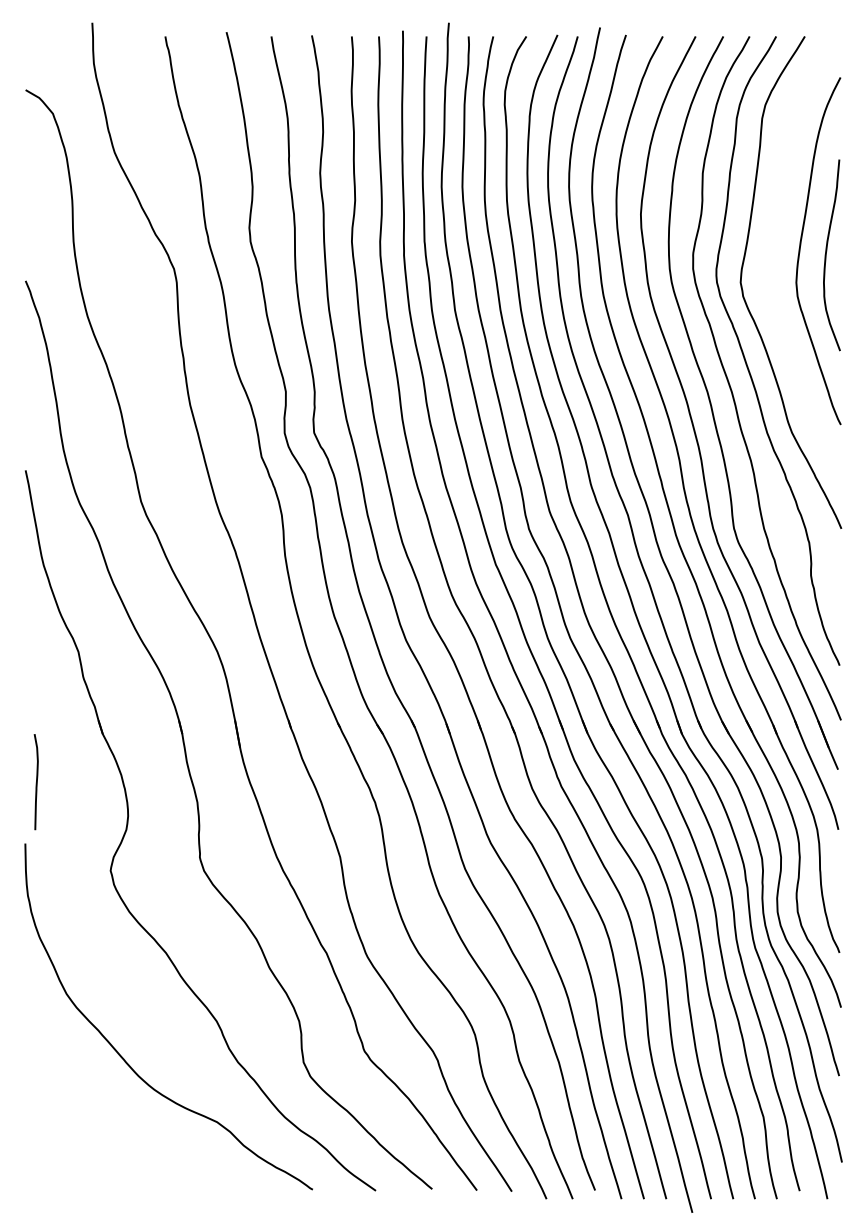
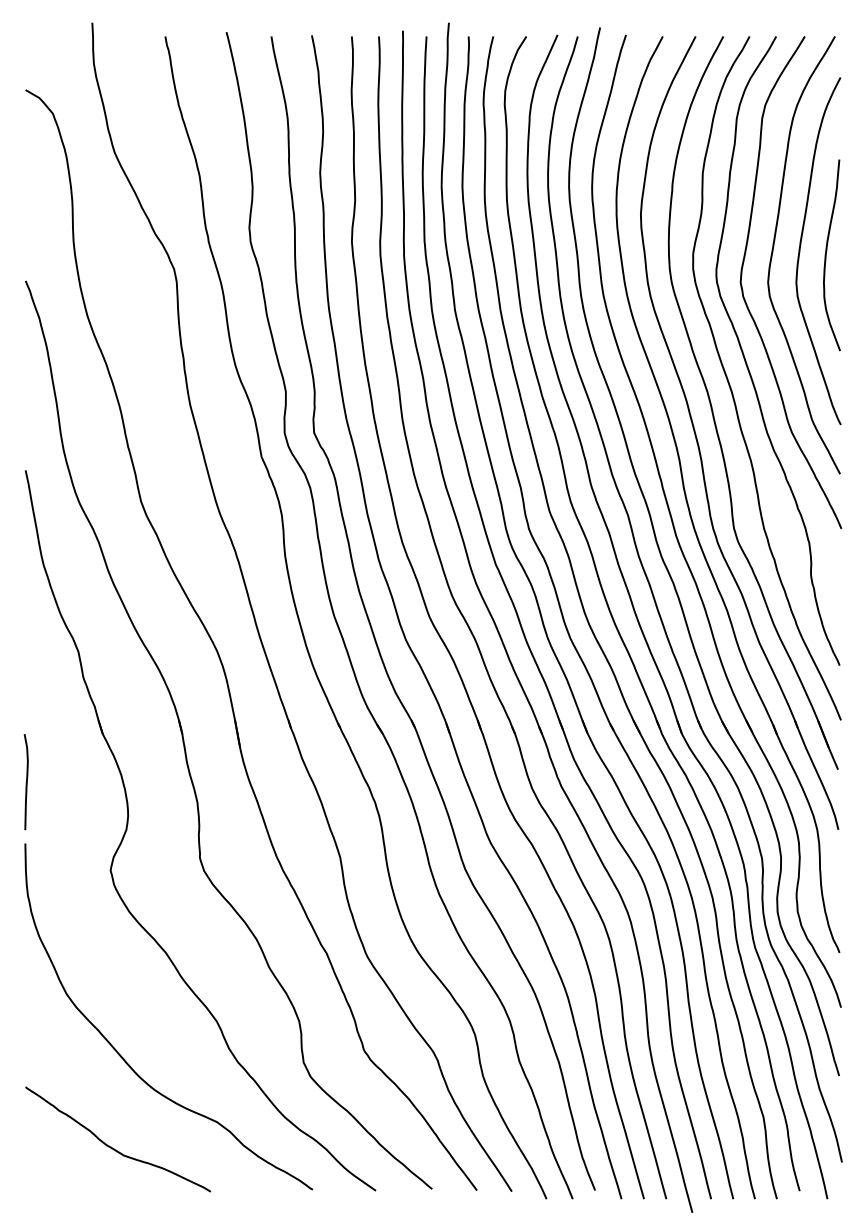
curve at (773, 252): none -> present
curve at (36, 782) position: (36, 782) -> (26, 782)
curve at (111, 1146): none -> present
